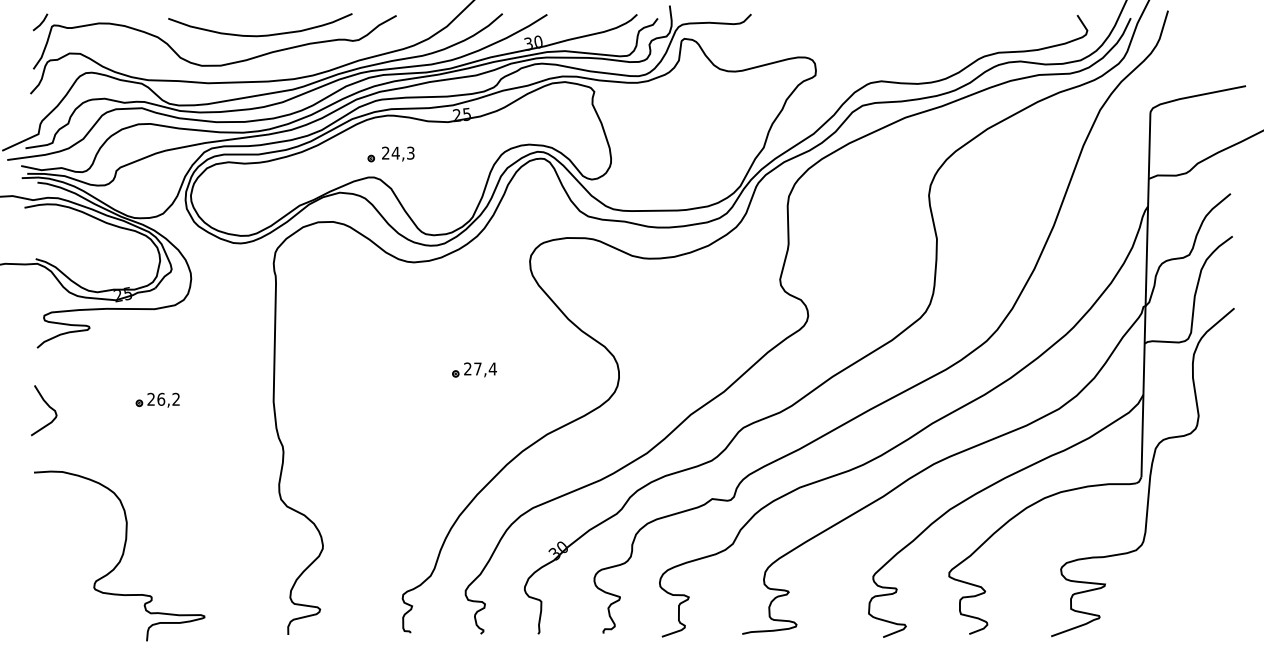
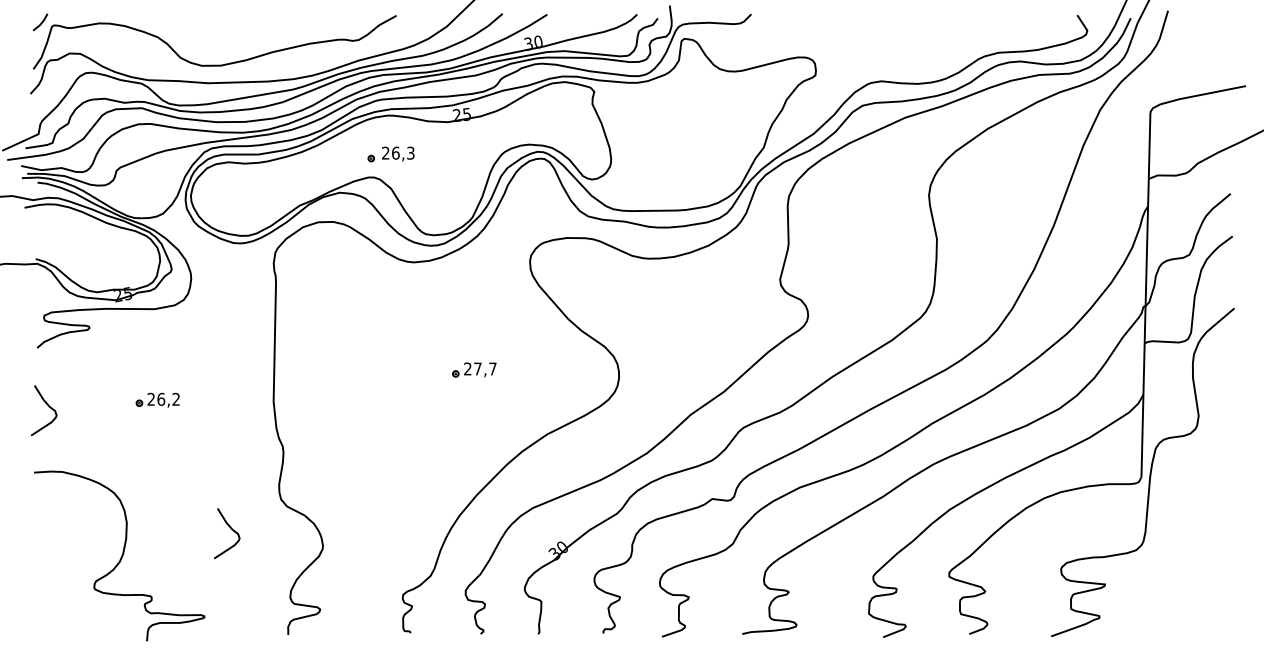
curve at (264, 34): present -> none
text at (395, 152): 24,3 -> 26,3
text at (492, 368): 27,4 -> 27,7
curve at (231, 529): none -> present
